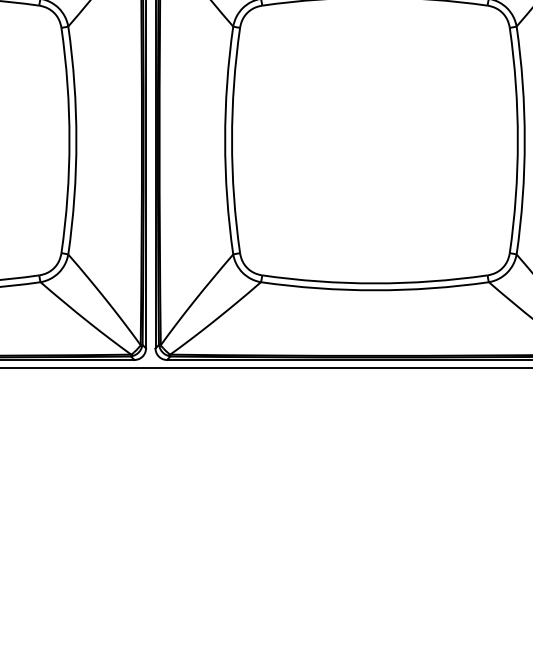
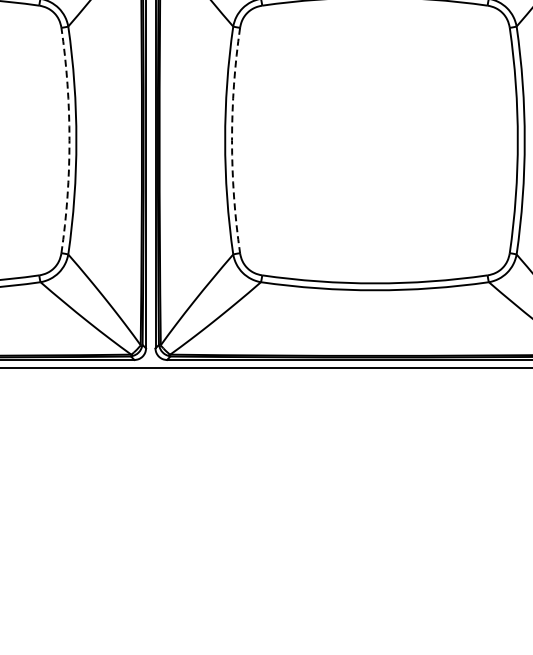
arc at (69, 140): solid -> dashed
arc at (232, 140): solid -> dashed
